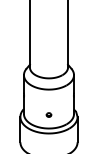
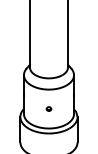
part at (48, 114) position: (48, 114) -> (48, 108)
